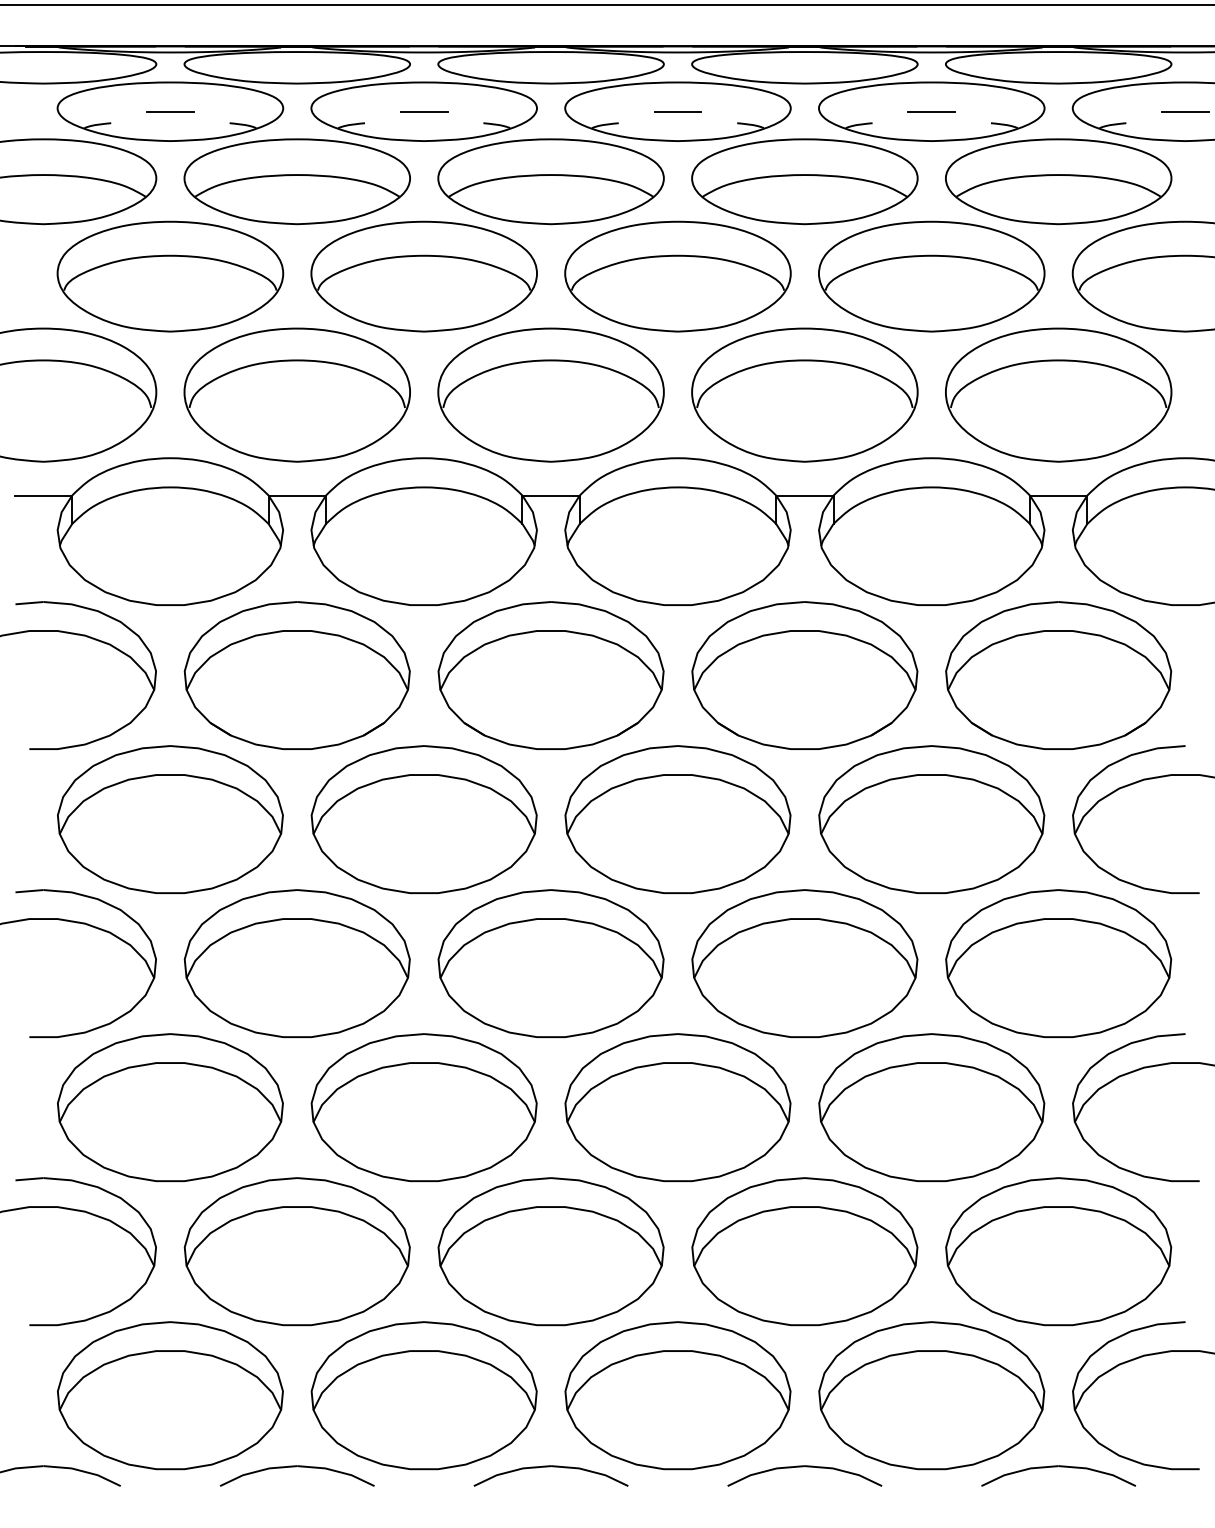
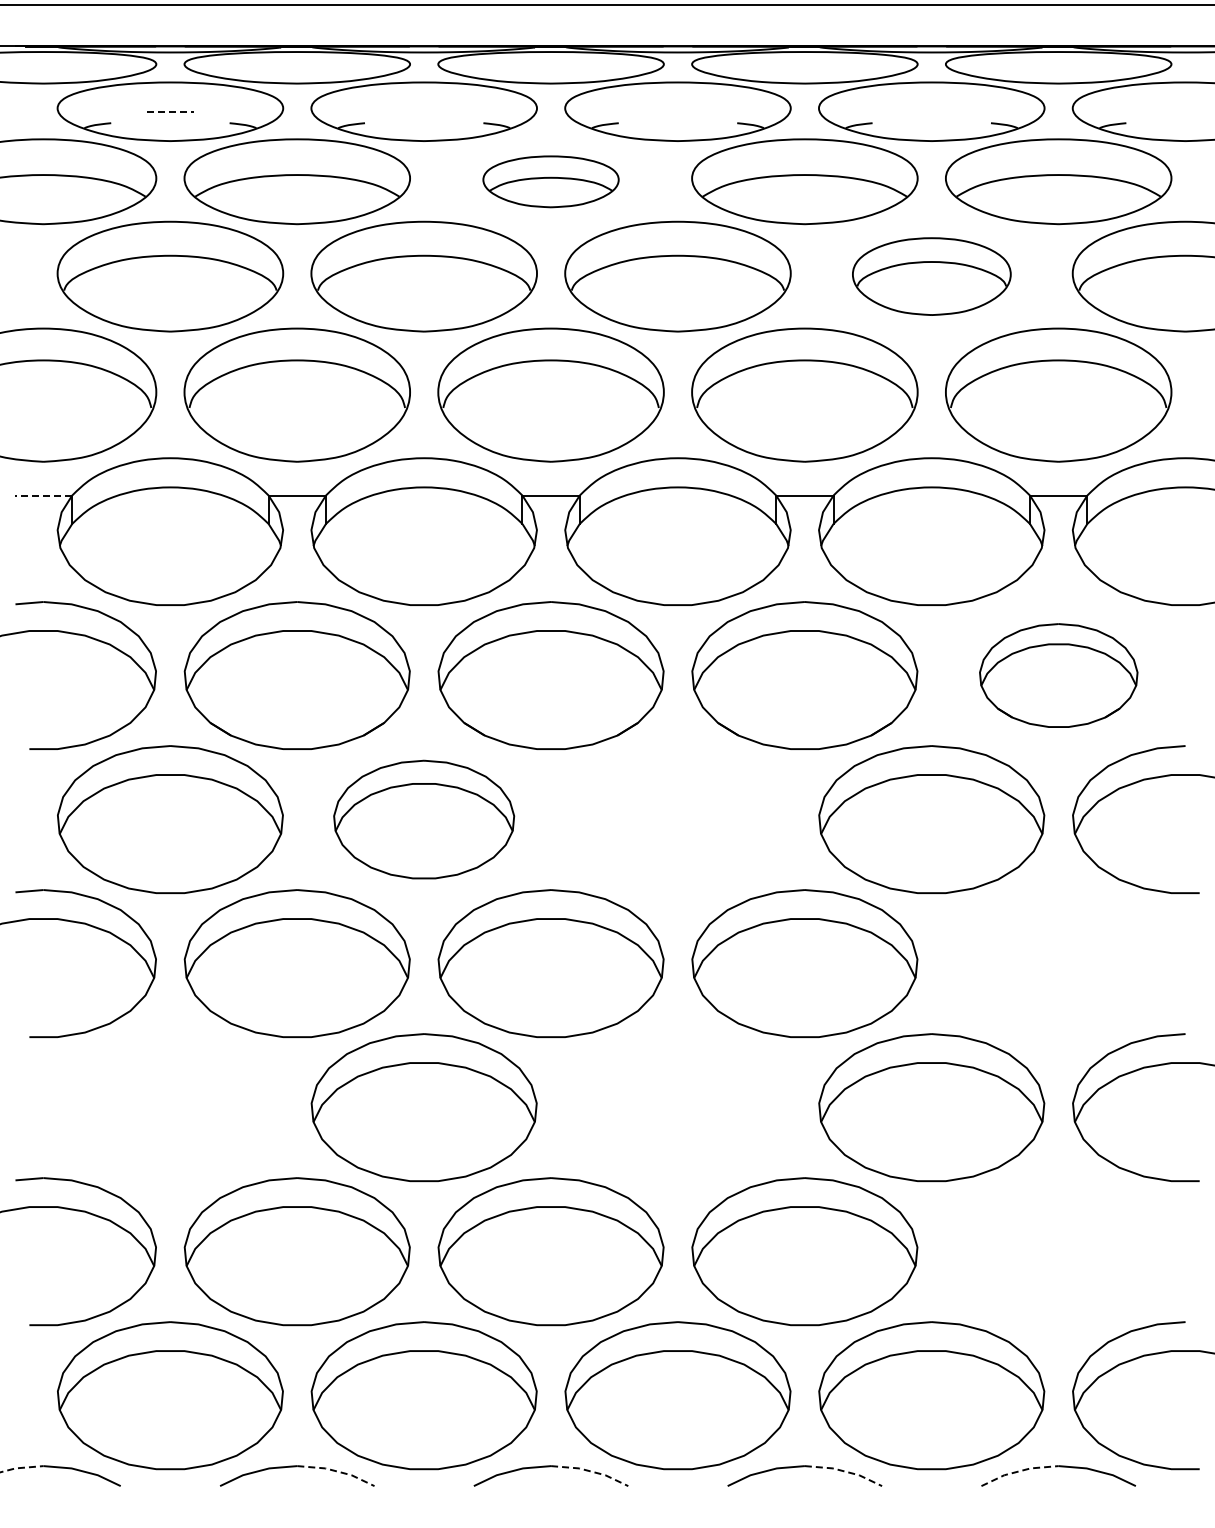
line at (170, 111): solid -> dashed
line at (423, 111): present -> none
line at (677, 111): present -> none
line at (931, 111): present -> none
line at (1185, 111): present -> none
part at (550, 181) size: 228x88 px -> 138x54 px
part at (931, 276) size: 228x113 px -> 160x79 px
line at (43, 495): solid -> dashed
part at (1058, 675) size: 228x149 px -> 160x105 px
part at (423, 819) size: 228x149 px -> 183x121 px
part at (677, 819): present -> none
part at (1058, 963): present -> none
part at (170, 1107): present -> none
part at (677, 1107): present -> none
part at (1058, 1251): present -> none
line at (21, 1467): solid -> dashed
line at (337, 1471): solid -> dashed
line at (591, 1471): solid -> dashed
line at (845, 1471): solid -> dashed
line at (1019, 1471): solid -> dashed
